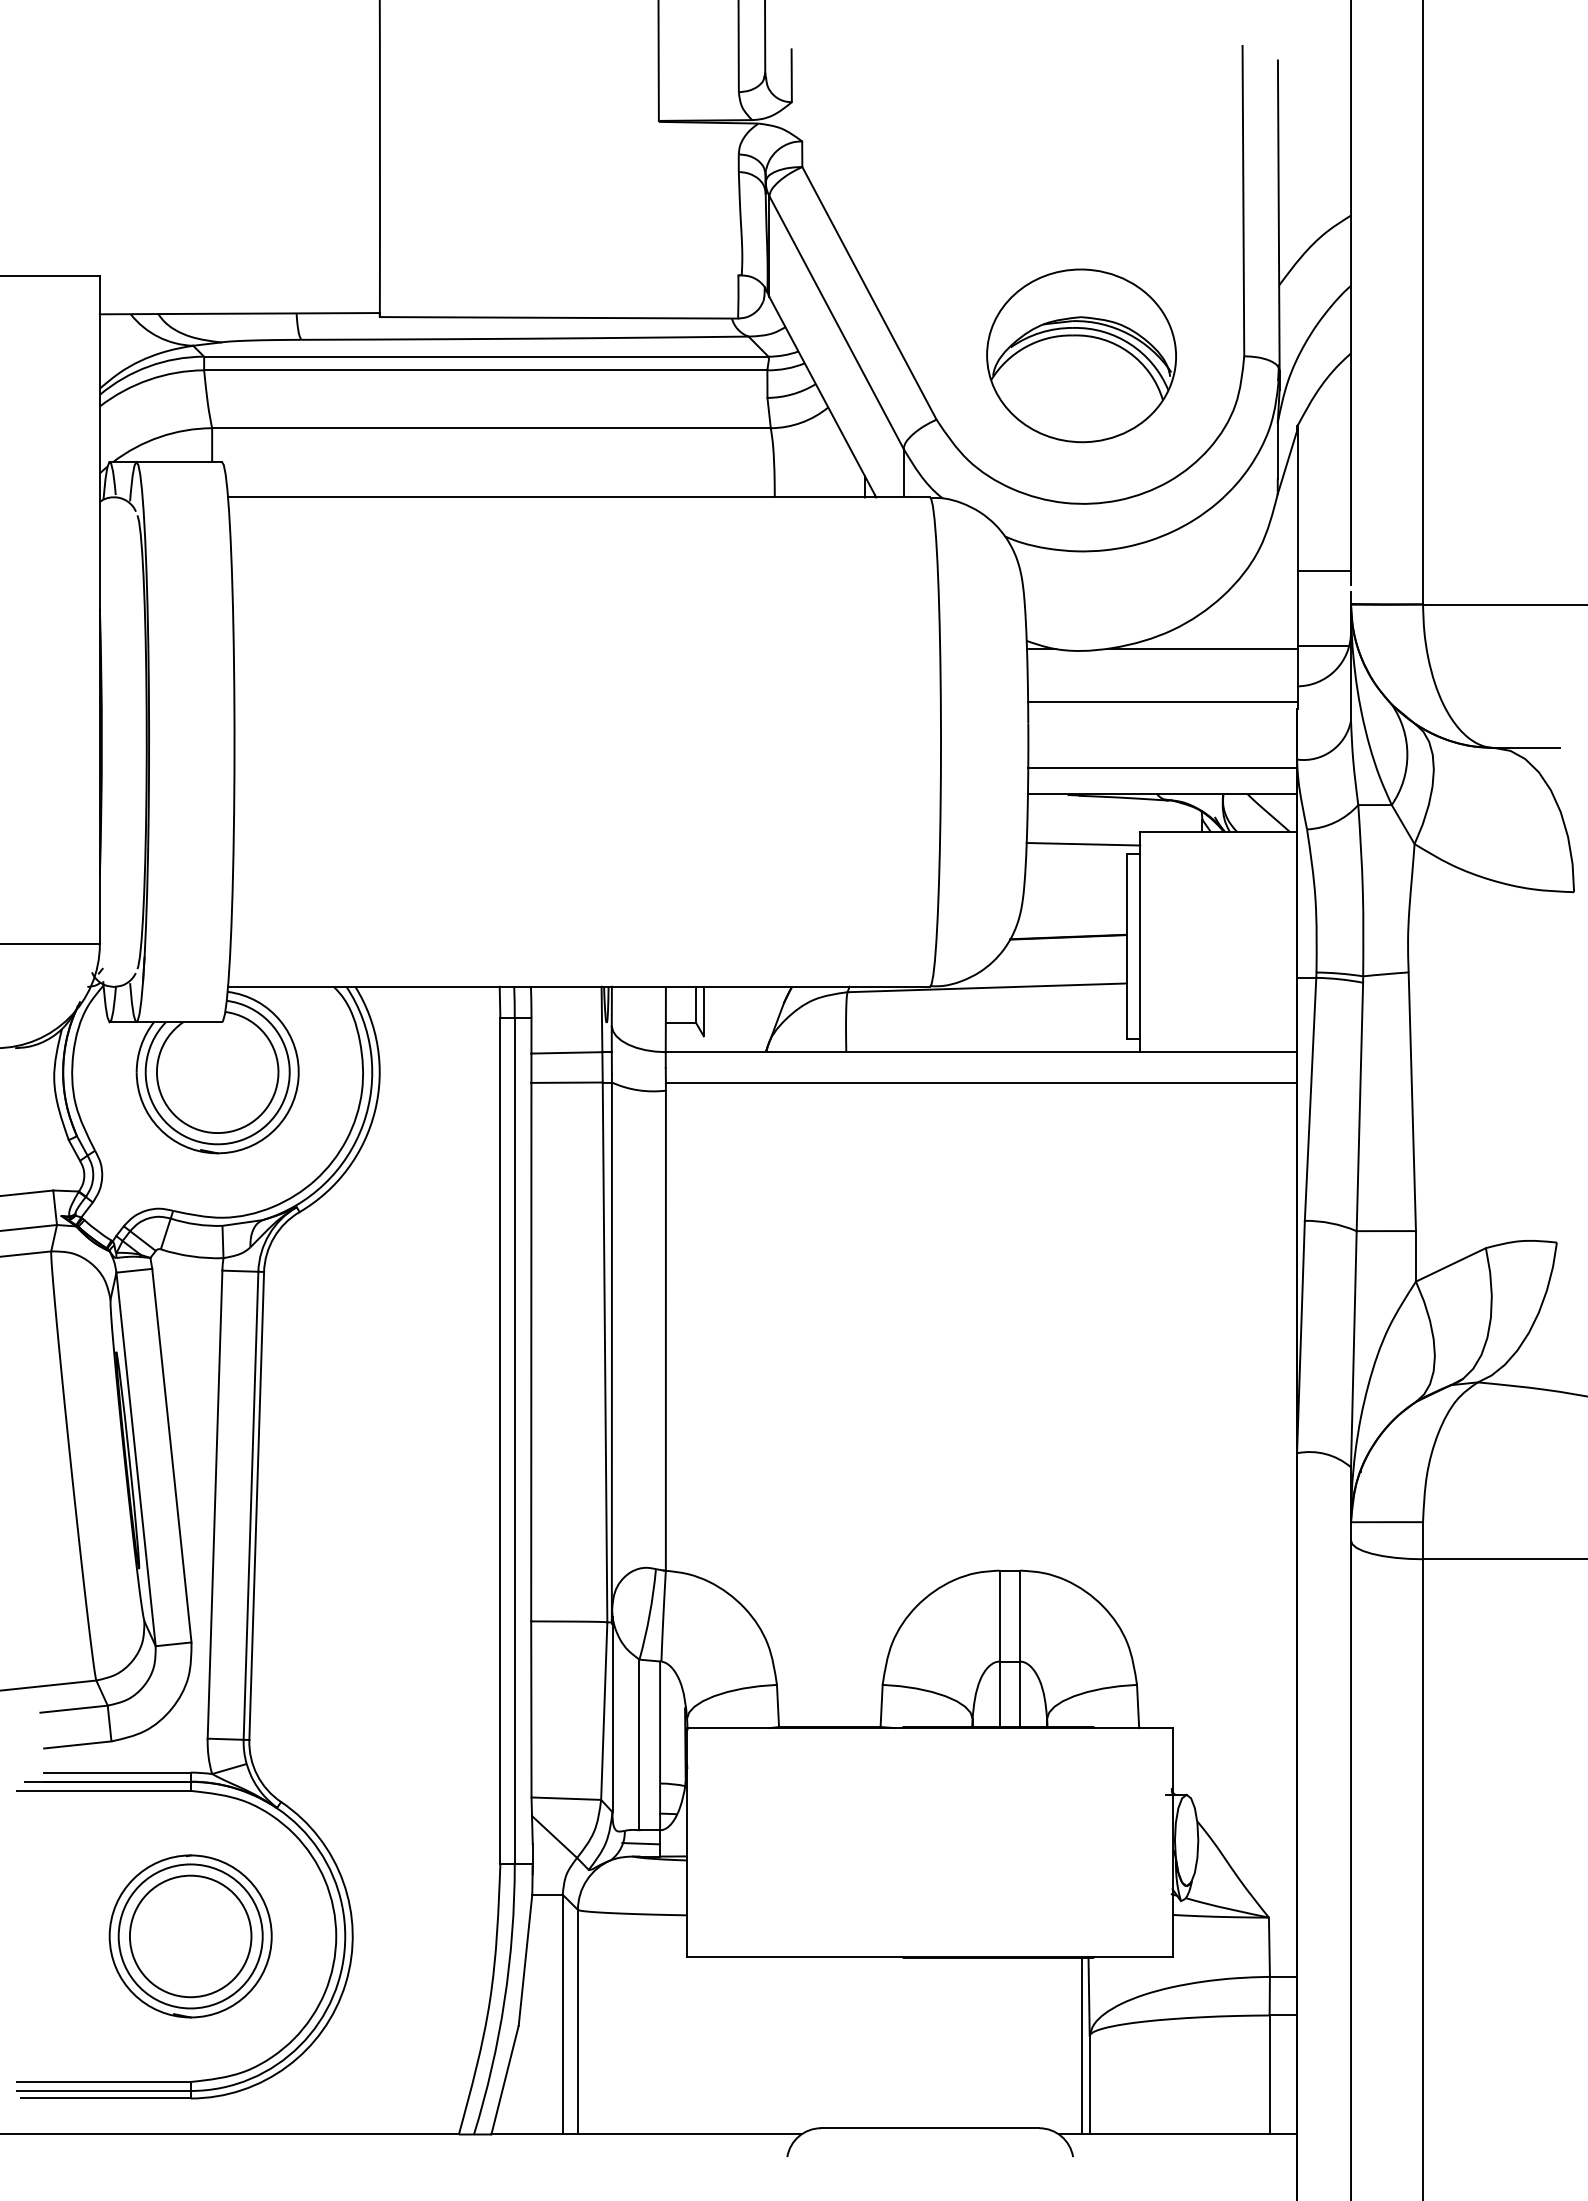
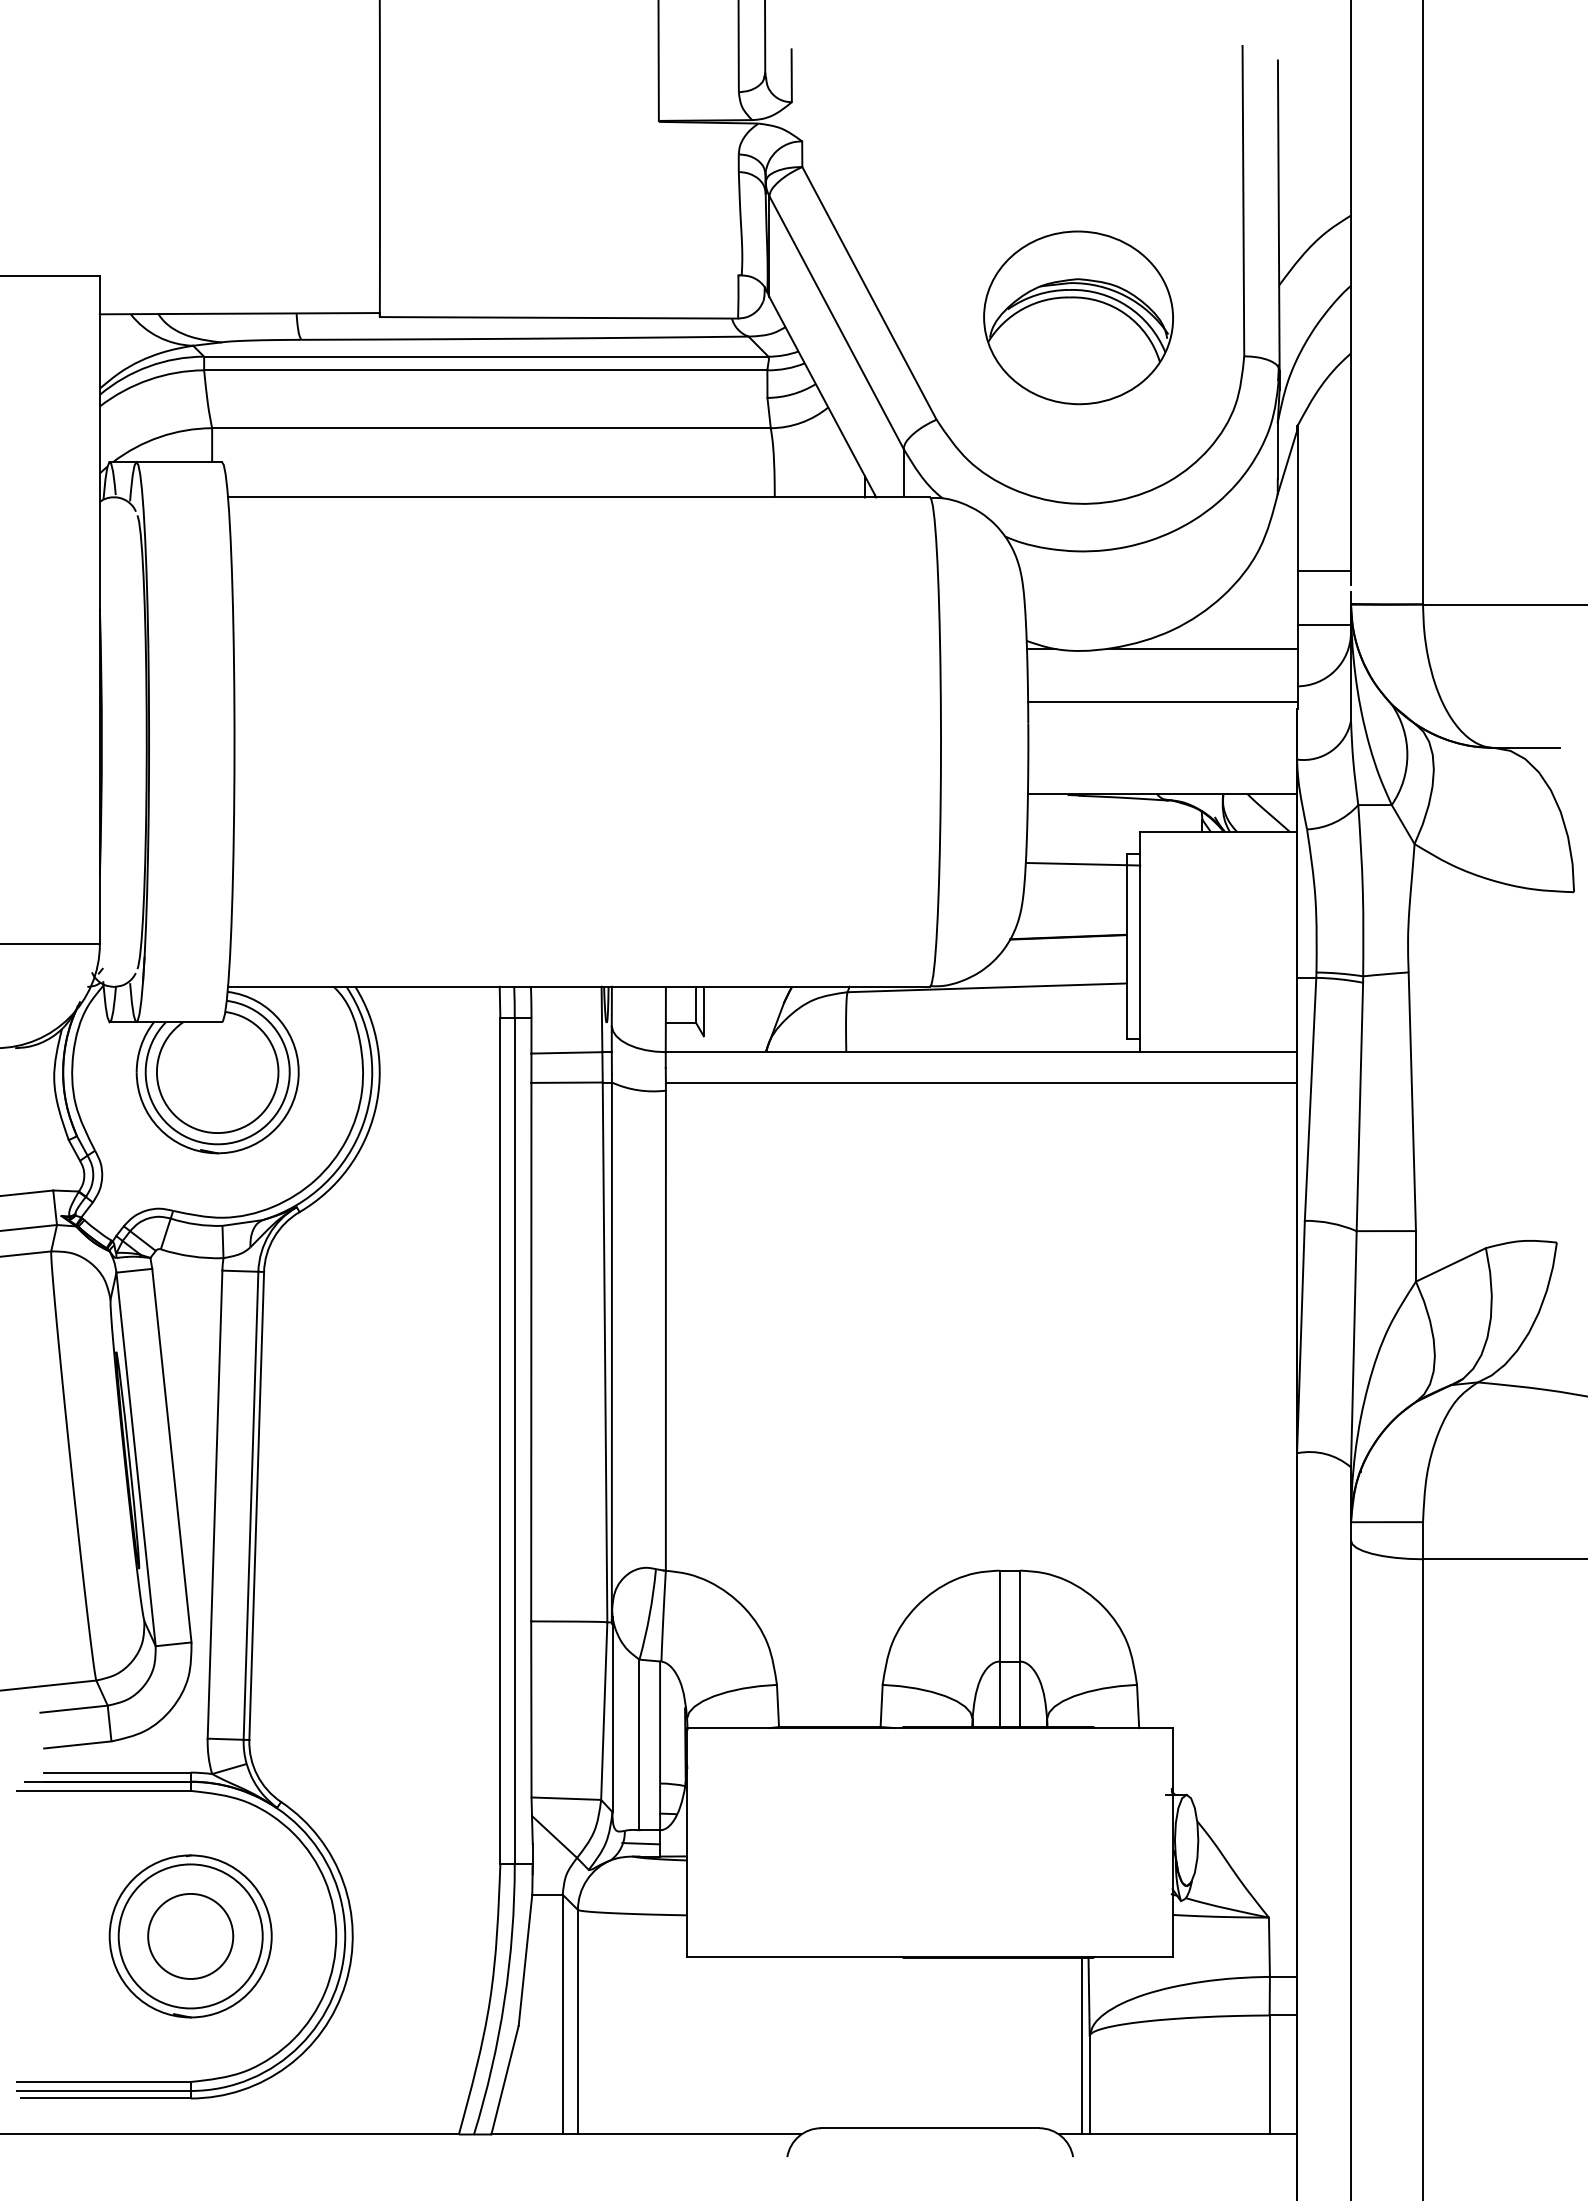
part at (1081, 355) position: (1081, 355) -> (1078, 317)
line at (1323, 645) position: (1323, 645) -> (1323, 624)
line at (1162, 767): present -> none
line at (1083, 844) position: (1083, 844) -> (1083, 864)
circle at (190, 1936) diameter: 122 px -> 85 px
